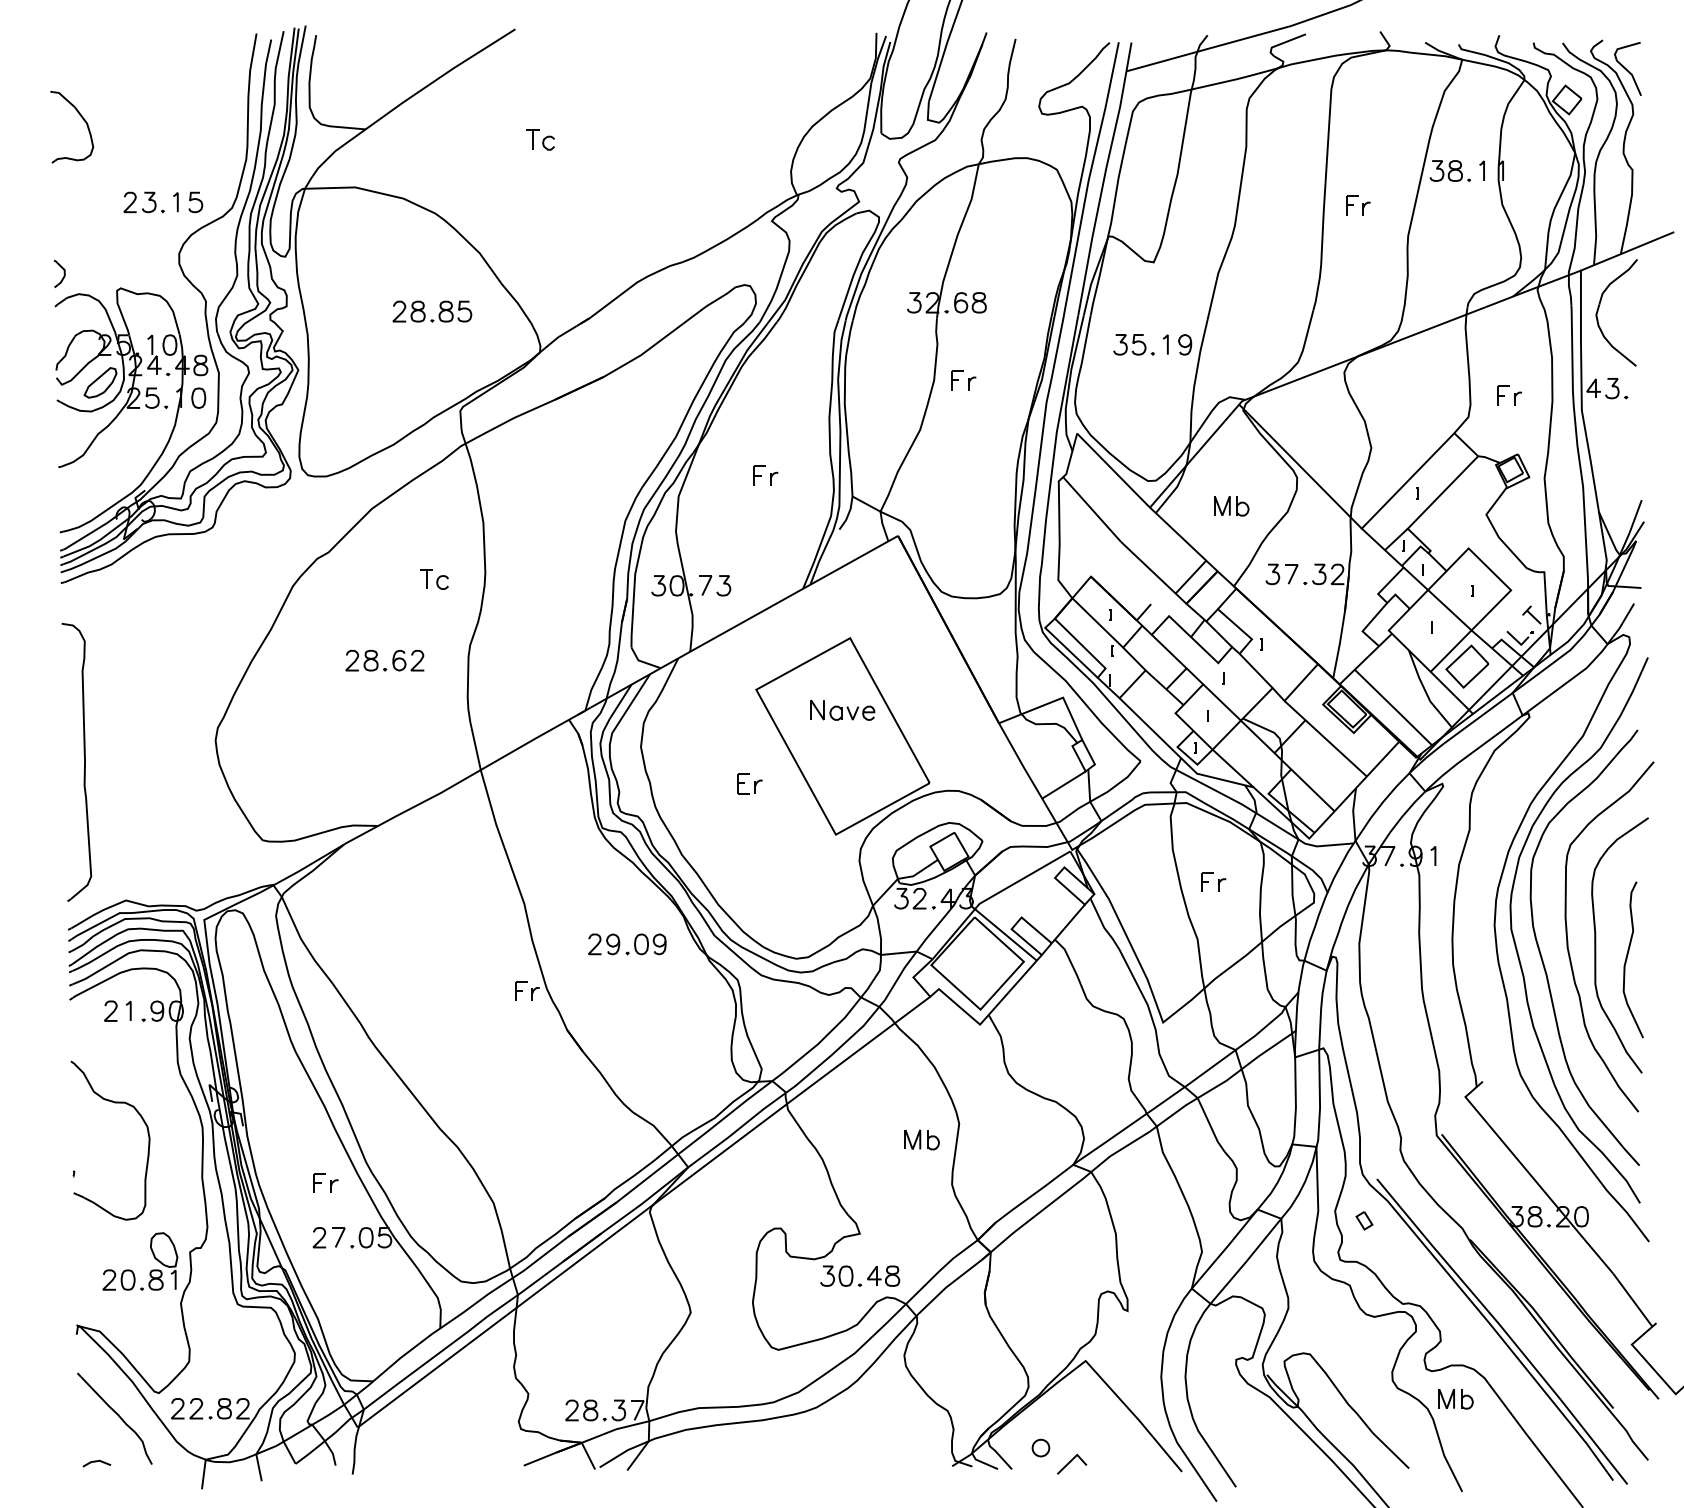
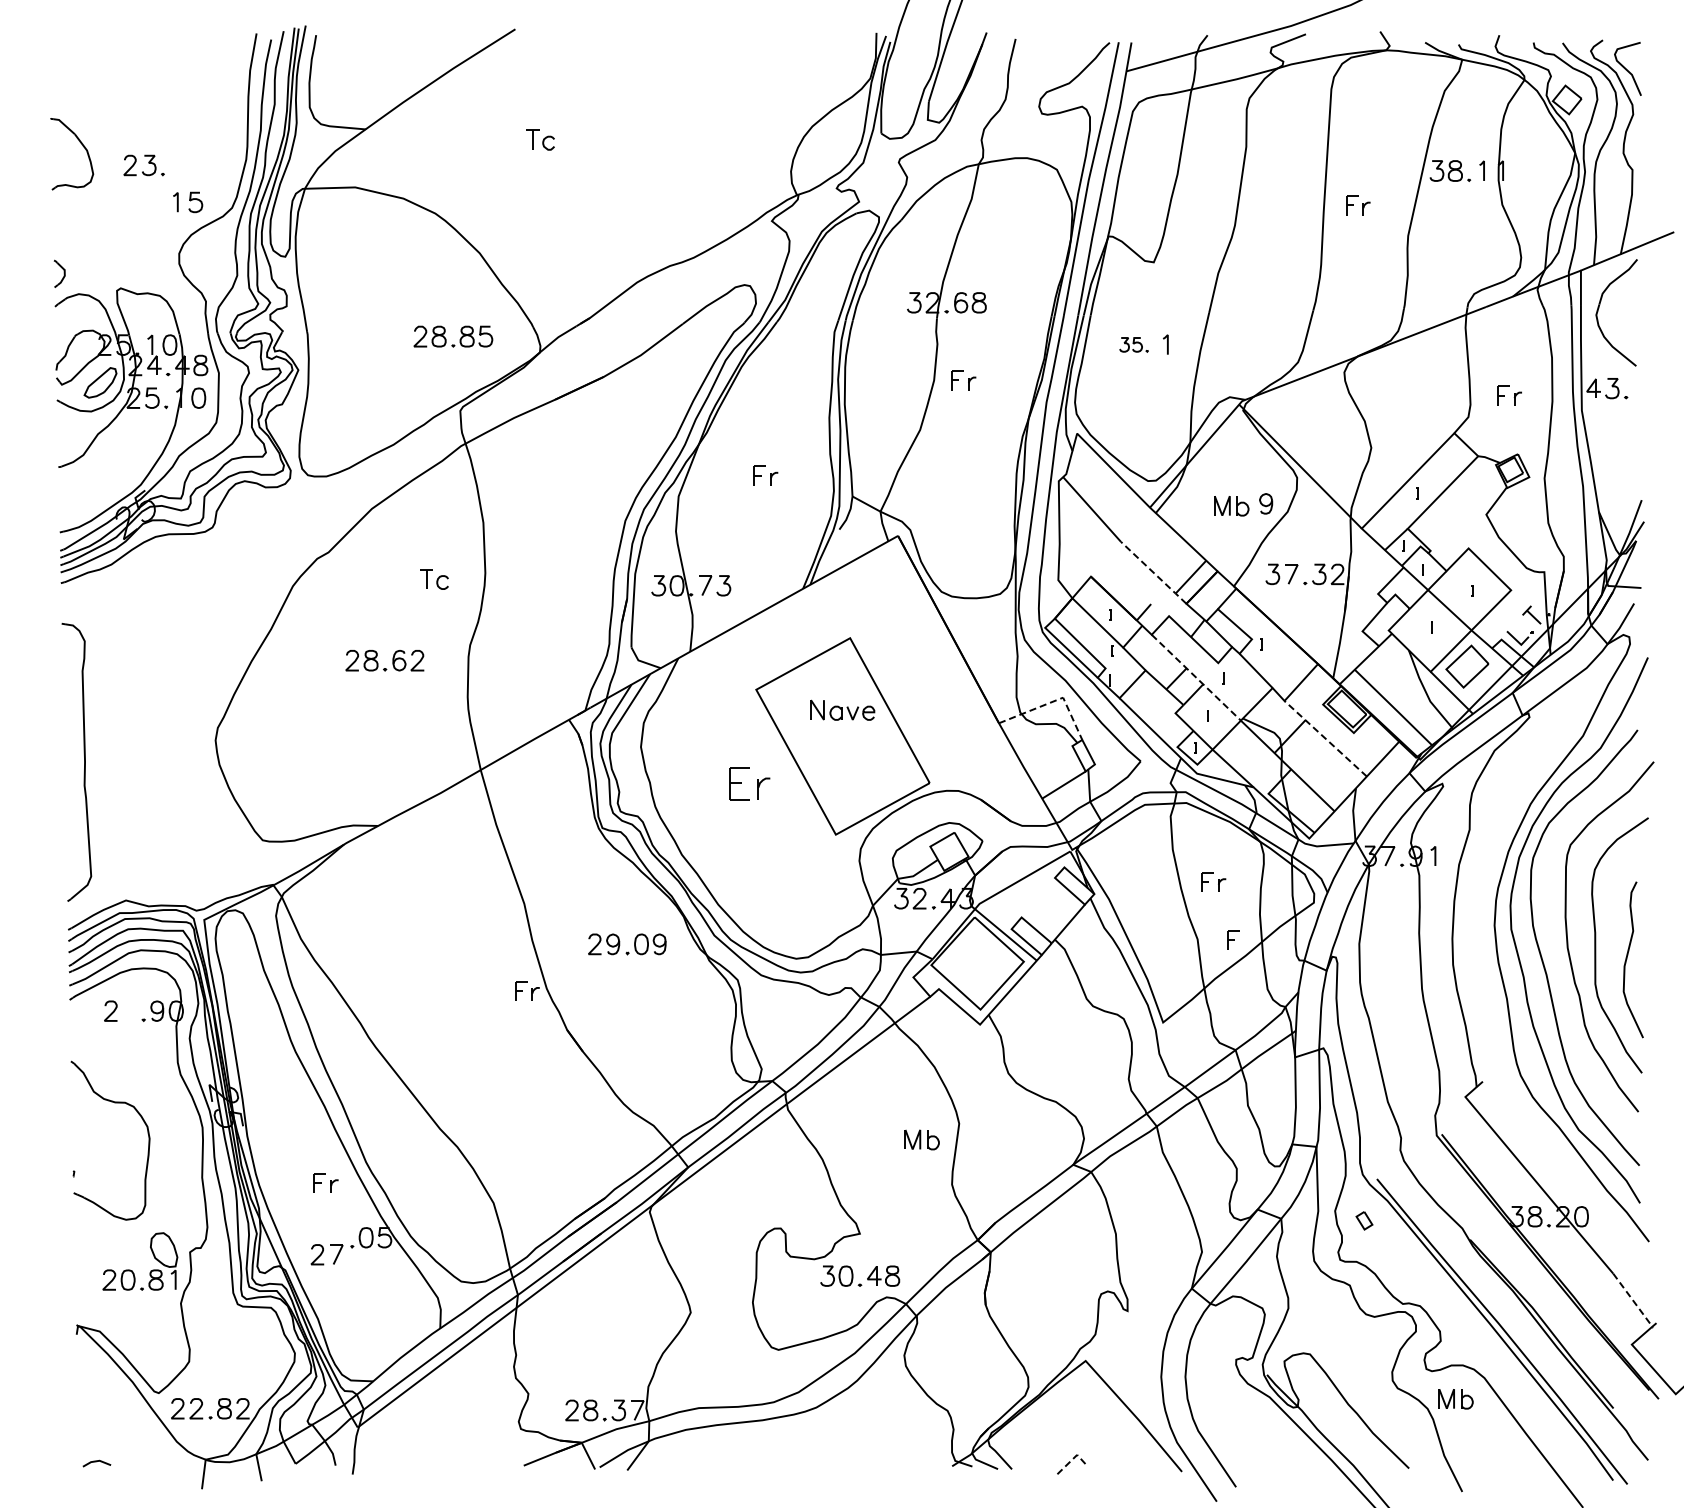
part at (82, 119) position: (82, 119) -> (82, 146)
part at (143, 202) position: (143, 202) -> (143, 165)
part at (438, 314) position: (438, 314) -> (459, 339)
part at (1133, 344) size: 42x22 px -> 30x16 px
part at (1185, 344) position: (1185, 344) -> (1266, 503)
line at (1154, 573): solid -> dashed
line at (1197, 678): solid -> dashed
line at (1053, 701): solid -> dashed
line at (1326, 739): solid -> dashed
part at (749, 783) size: 26x22 px -> 42x34 px
part at (1233, 939): none -> present
line at (129, 1010): present -> none
part at (328, 1237) position: (328, 1237) -> (326, 1254)
line at (1633, 1300): solid -> dashed
part at (114, 1418): present -> none
part at (1040, 1447): present -> none
line at (1072, 1459): solid -> dashed
